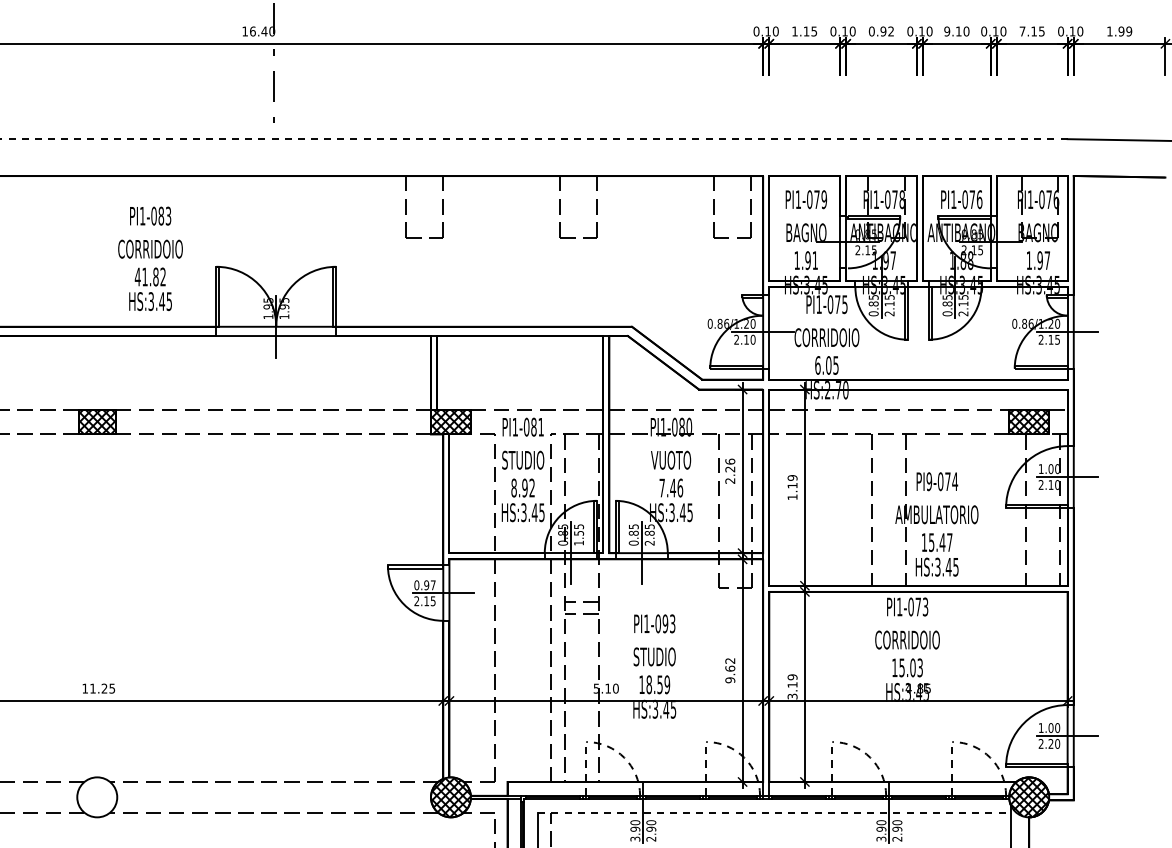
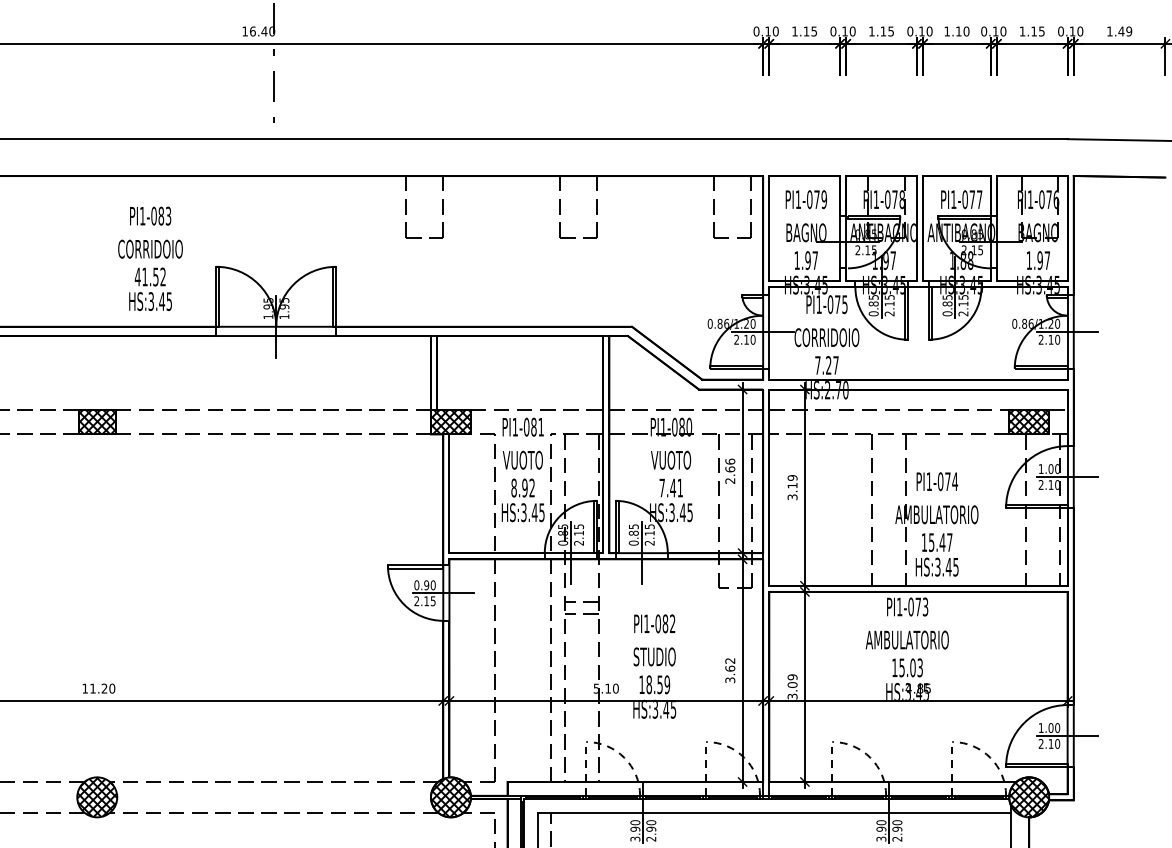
text at (880, 31): 0.92 -> 1.15
text at (947, 31): 9.10 -> 1.10
text at (1022, 31): 7.15 -> 1.15
text at (1121, 31): 1.99 -> 1.49
line at (533, 139): dashed -> solid
text at (979, 199): PI1-076 -> PI1-077
text at (814, 260): 1.91 -> 1.97
text at (155, 276): 41.82 -> 41.52
text at (1057, 339): 2.15 -> 2.10
text at (826, 365): 6.05 -> 7.27
text at (523, 459): STUDIO -> VUOTO
text at (730, 469): 2.26 -> 2.66
text at (929, 481): PI9-074 -> PI1-074
text at (680, 487): 7.46 -> 7.41
text at (792, 497): 1.19 -> 3.19
text at (649, 532): 2.85 -> 2.15
text at (579, 538): 1.55 -> 2.15
text at (432, 585): 0.97 -> 0.90
text at (668, 623): PI1-093 -> PI1-082
text at (906, 639): CORRIDOIO -> AMBULATORIO
text at (730, 680): 9.62 -> 3.62
text at (792, 684): 3.19 -> 3.09
text at (112, 688): 11.25 -> 11.20
text at (1050, 743): 2.20 -> 2.10
hatch at (97, 797): none -> present
line at (775, 812): dashed -> solid
